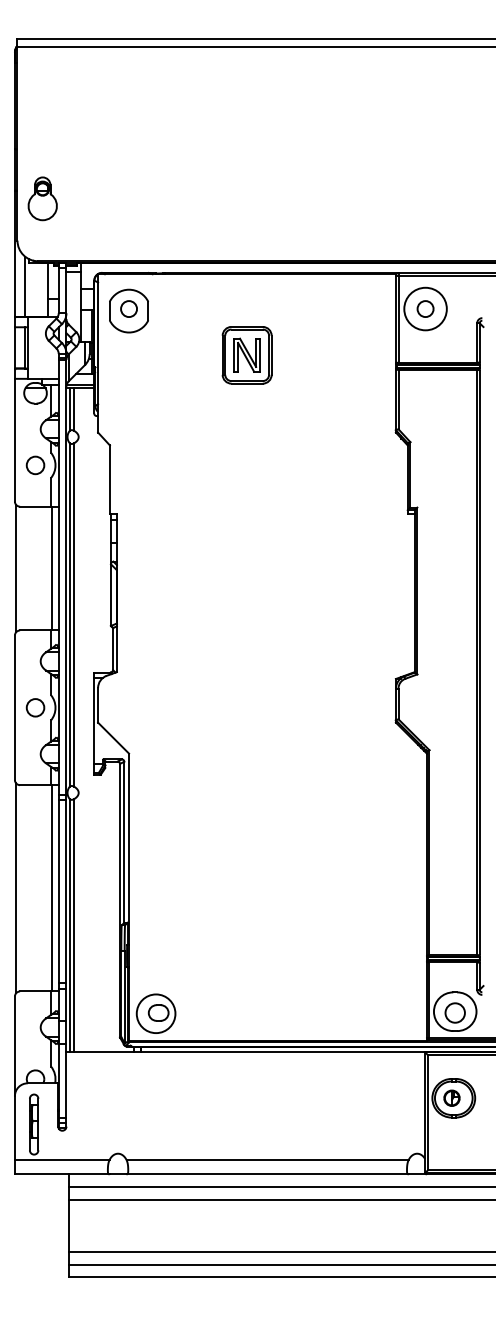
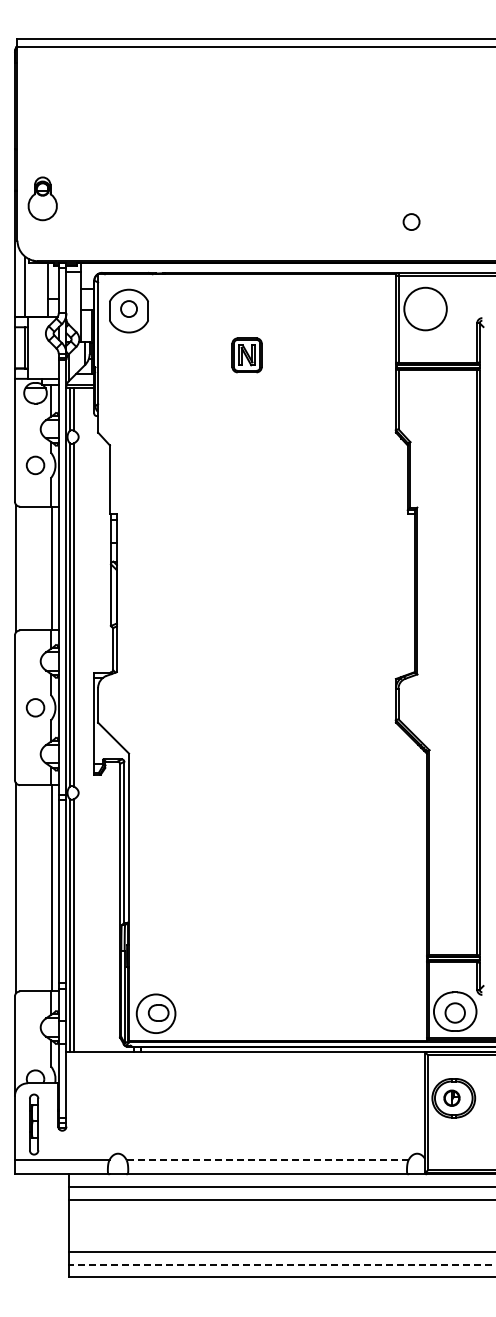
circle at (425, 308) position: (425, 308) -> (411, 221)
part at (246, 355) size: 52x59 px -> 32x37 px
line at (267, 1160): solid -> dashed
line at (282, 1264): solid -> dashed
